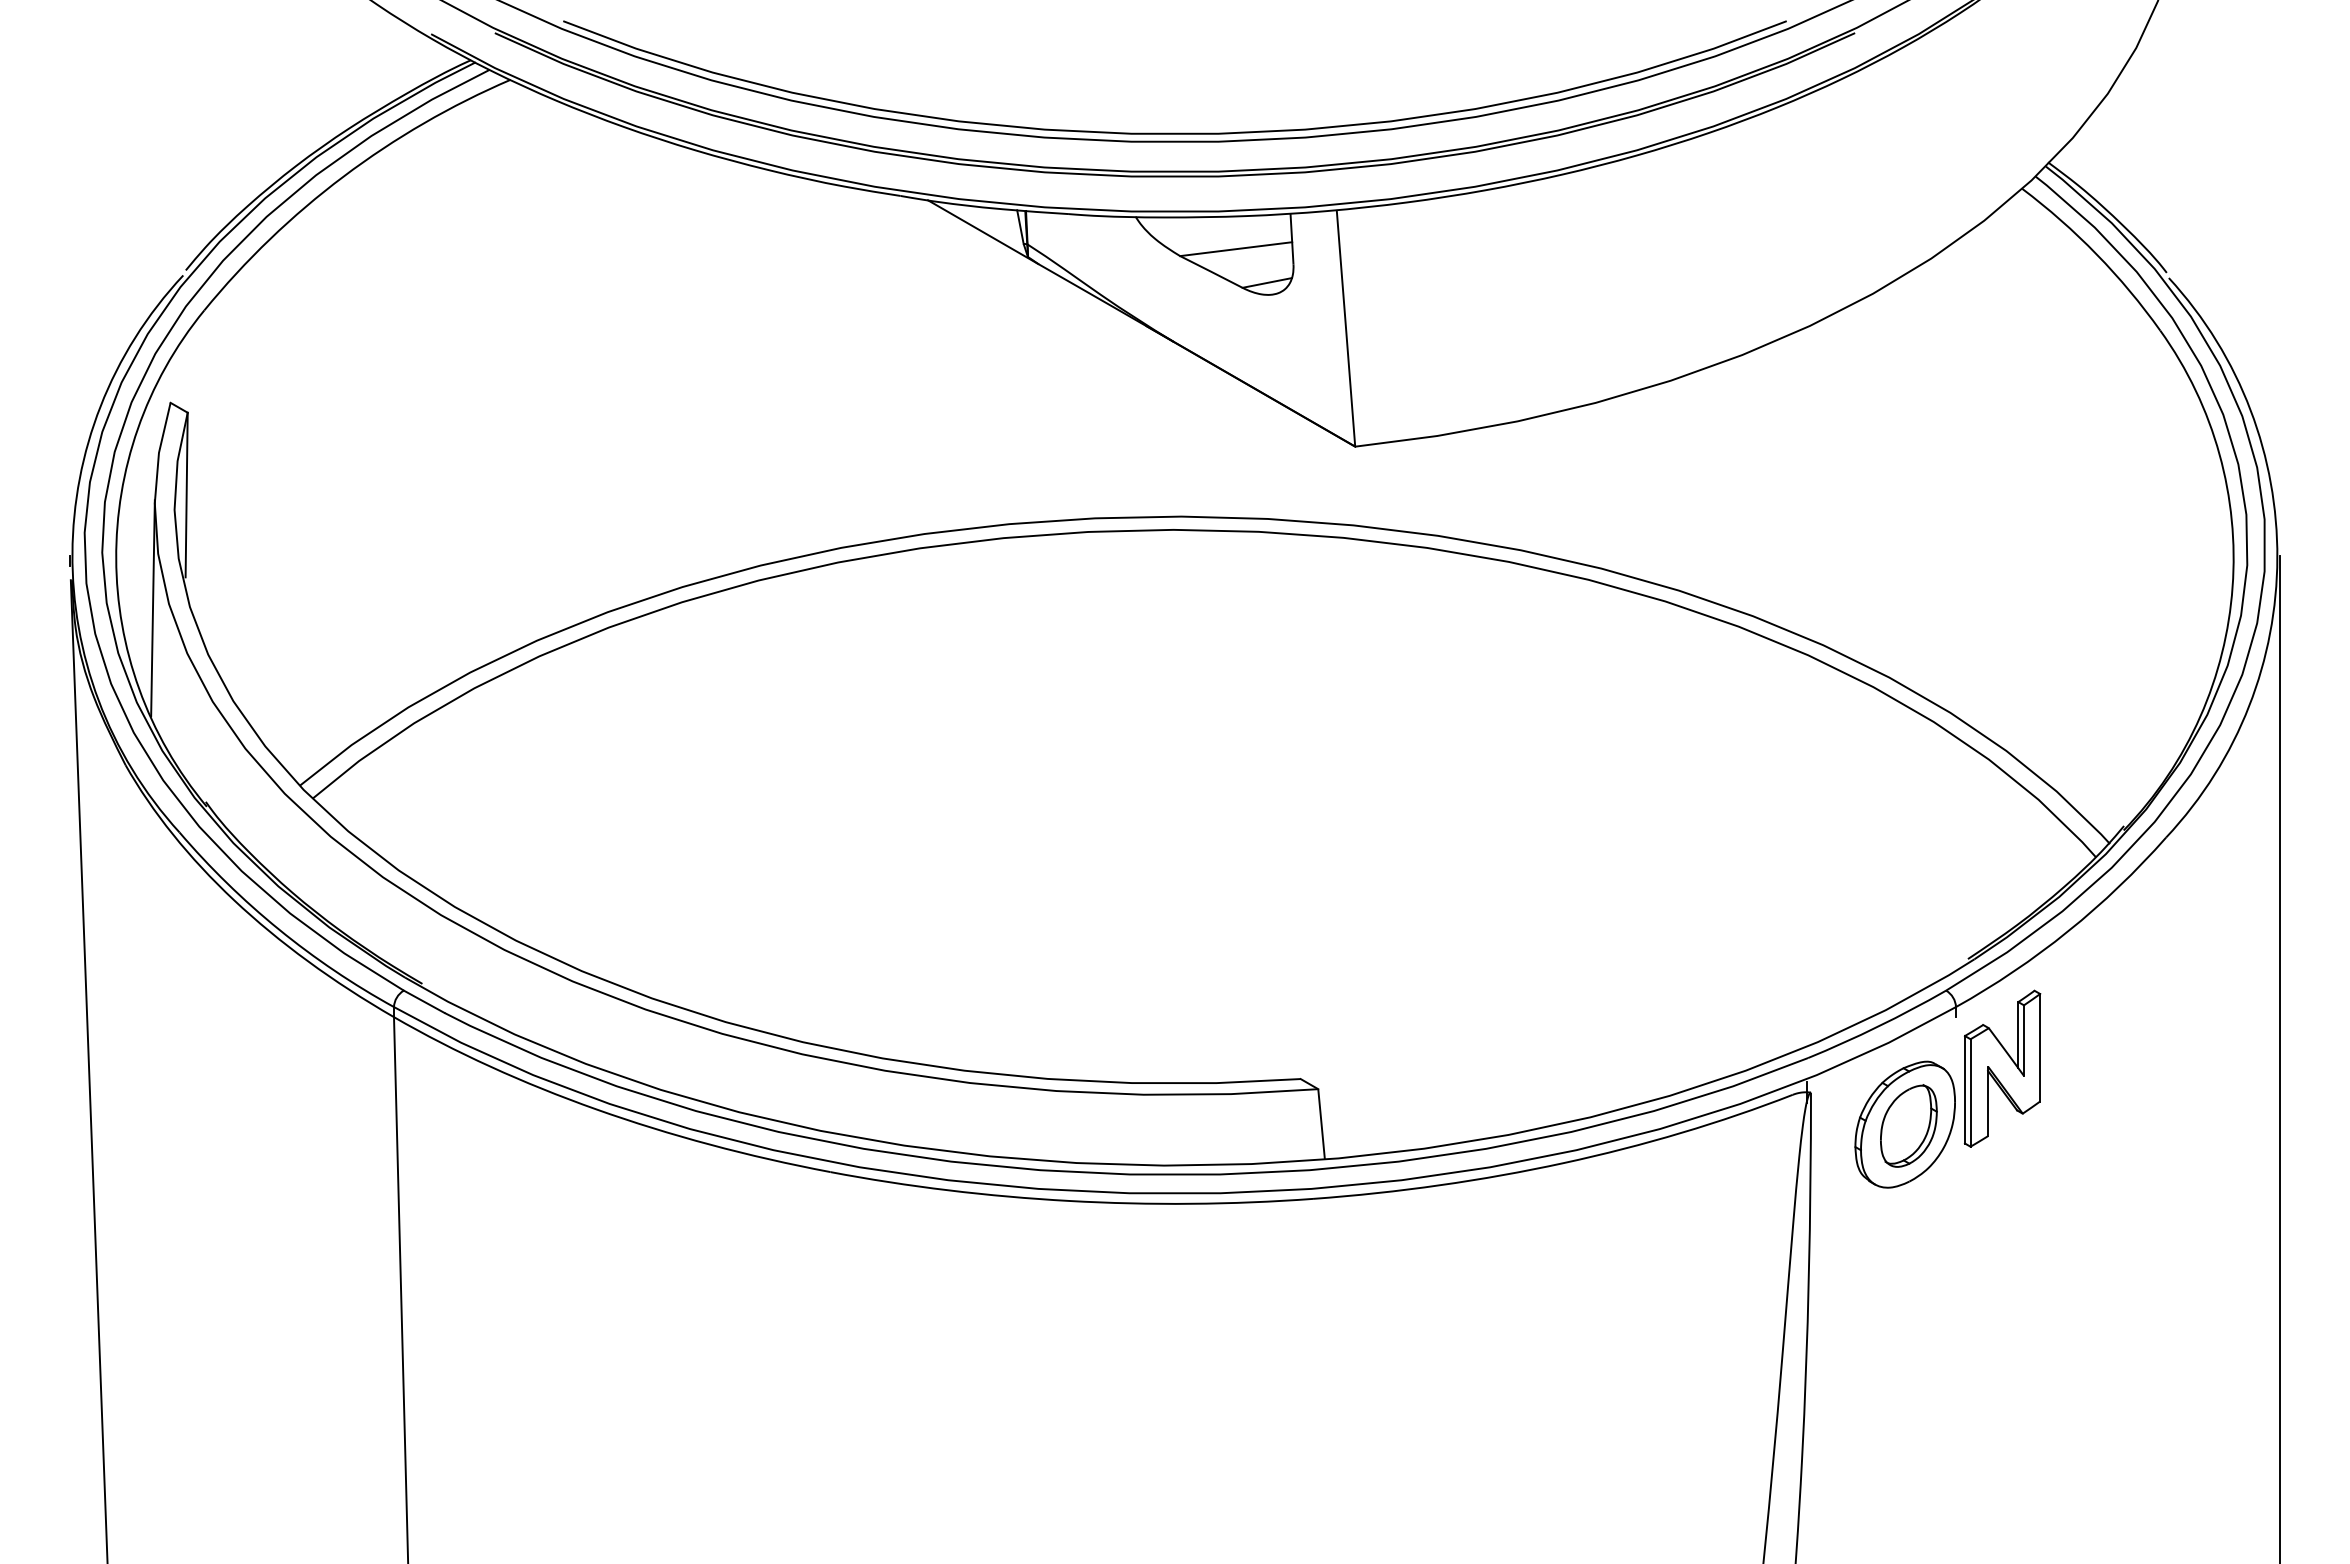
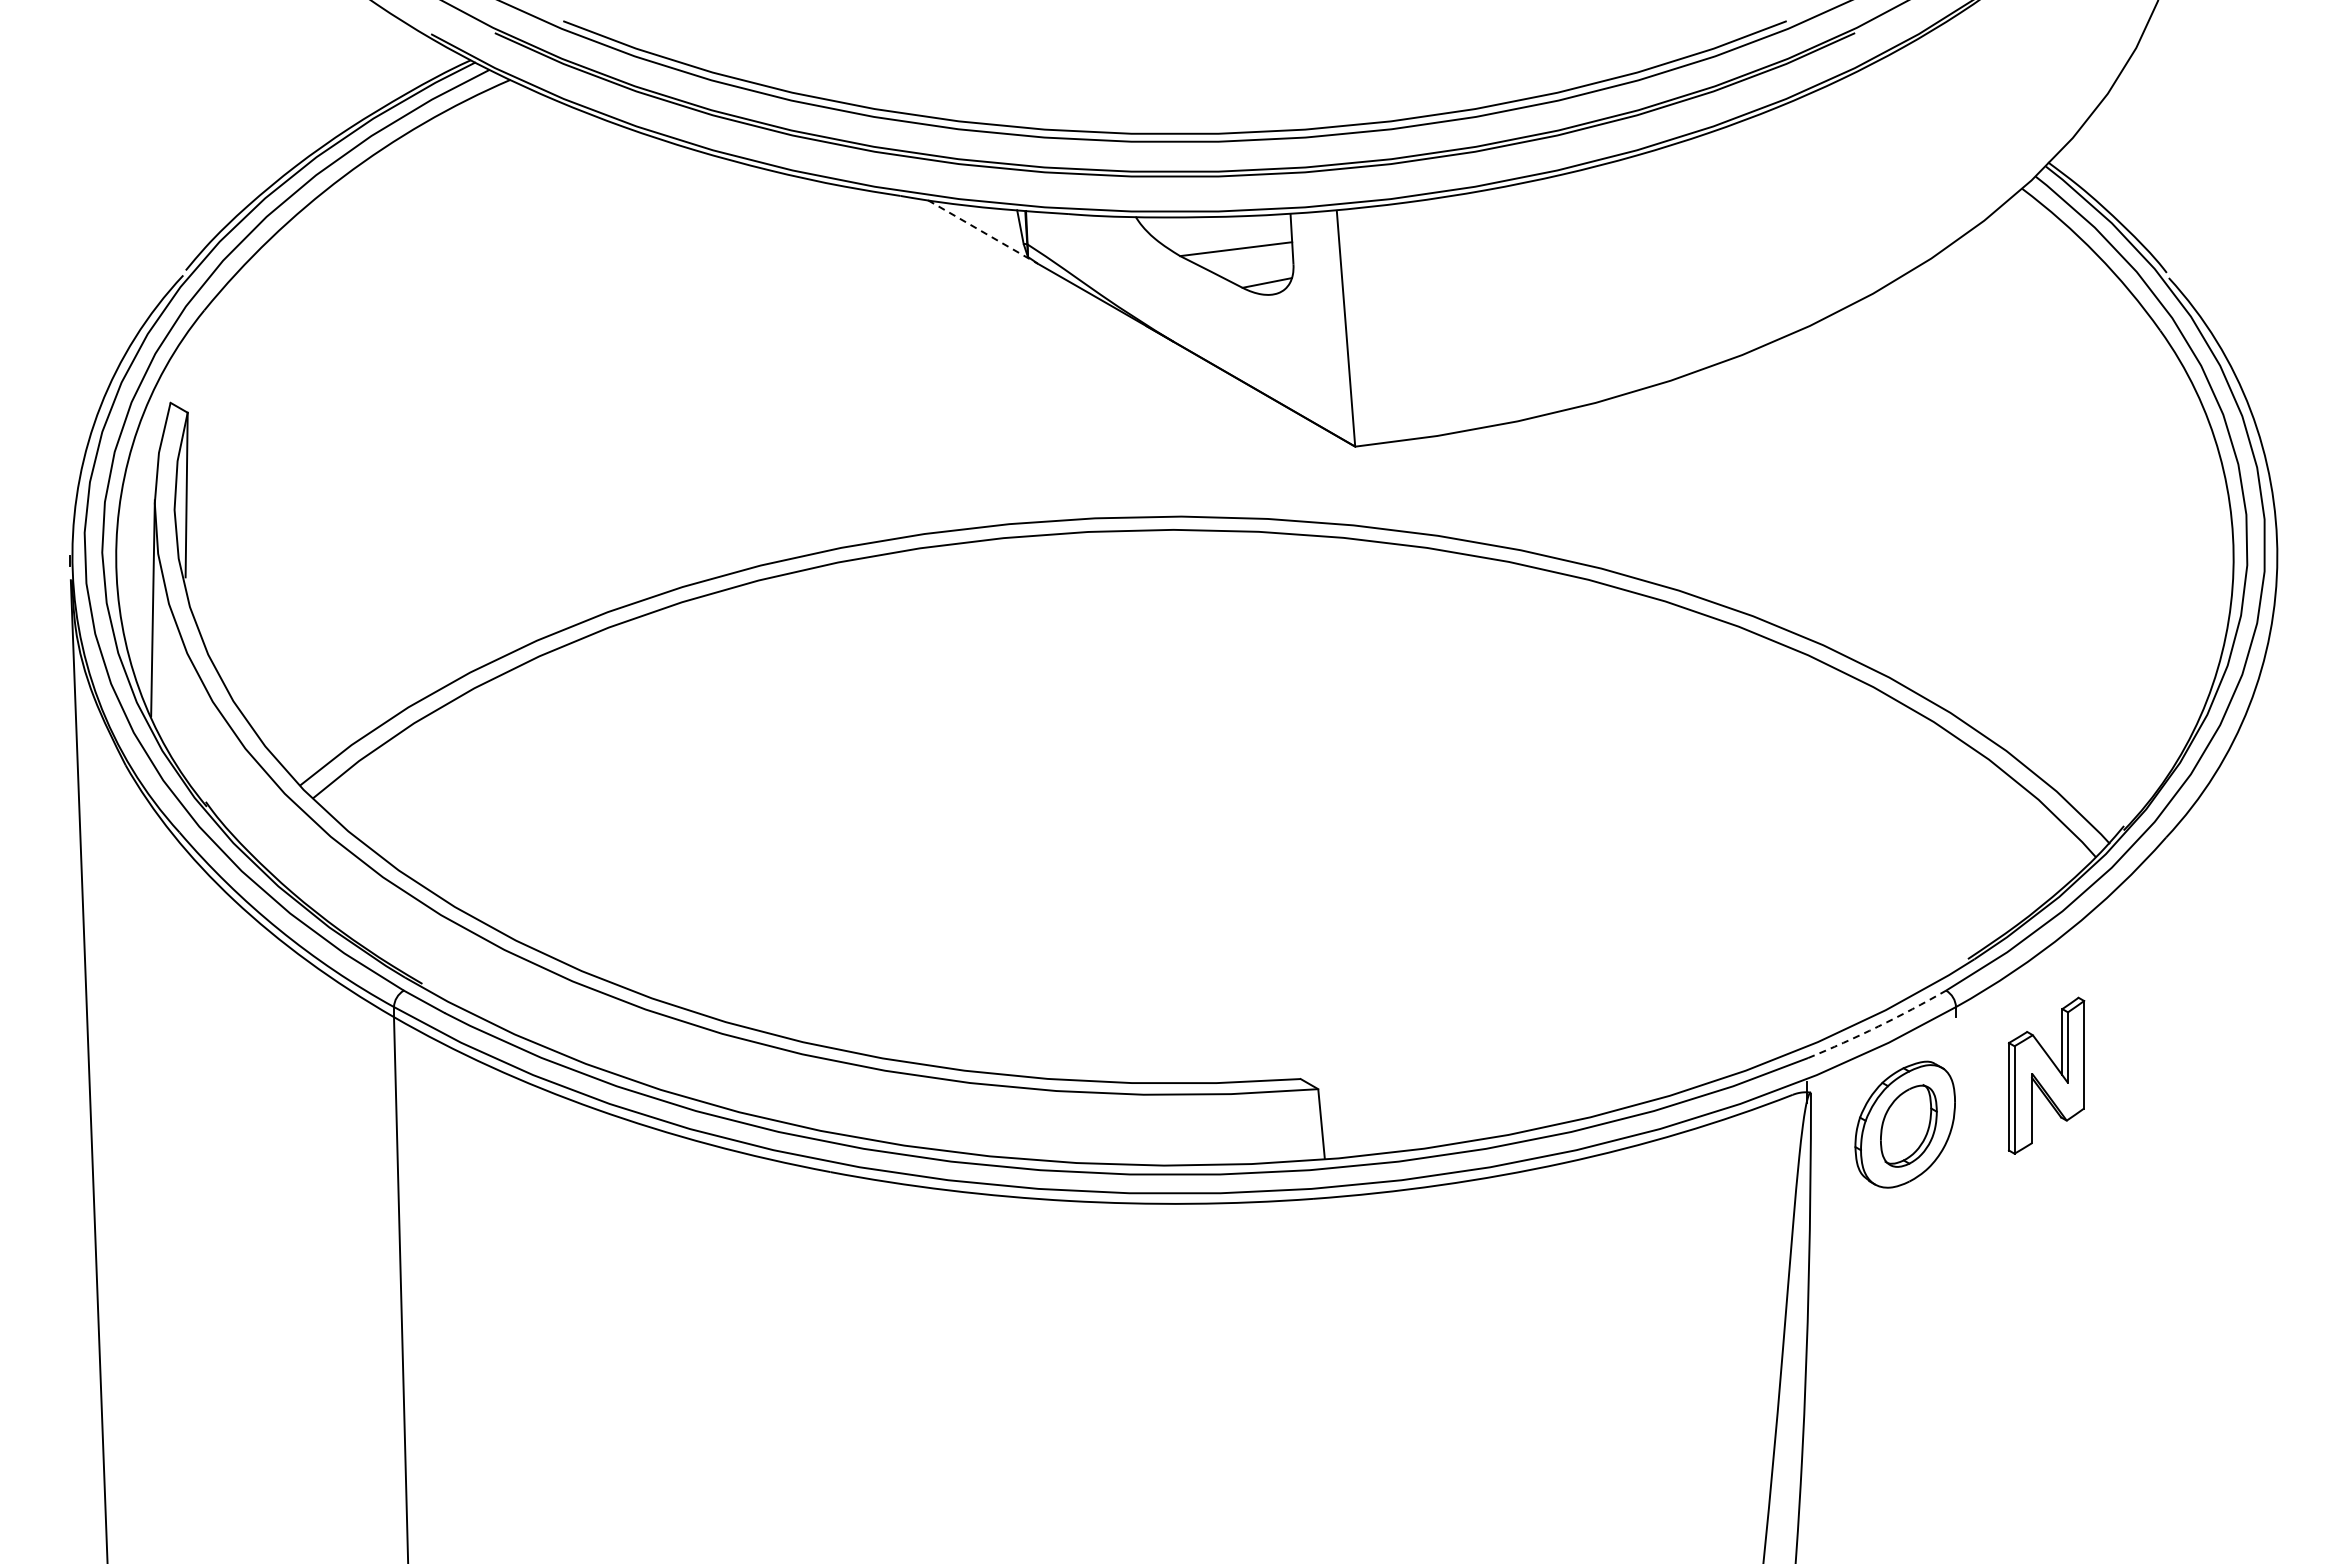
line at (983, 232): solid -> dashed
arc at (1878, 1026): solid -> dashed
line at (2279, 1058): present -> none
part at (2002, 1068) position: (2002, 1068) -> (2046, 1075)
